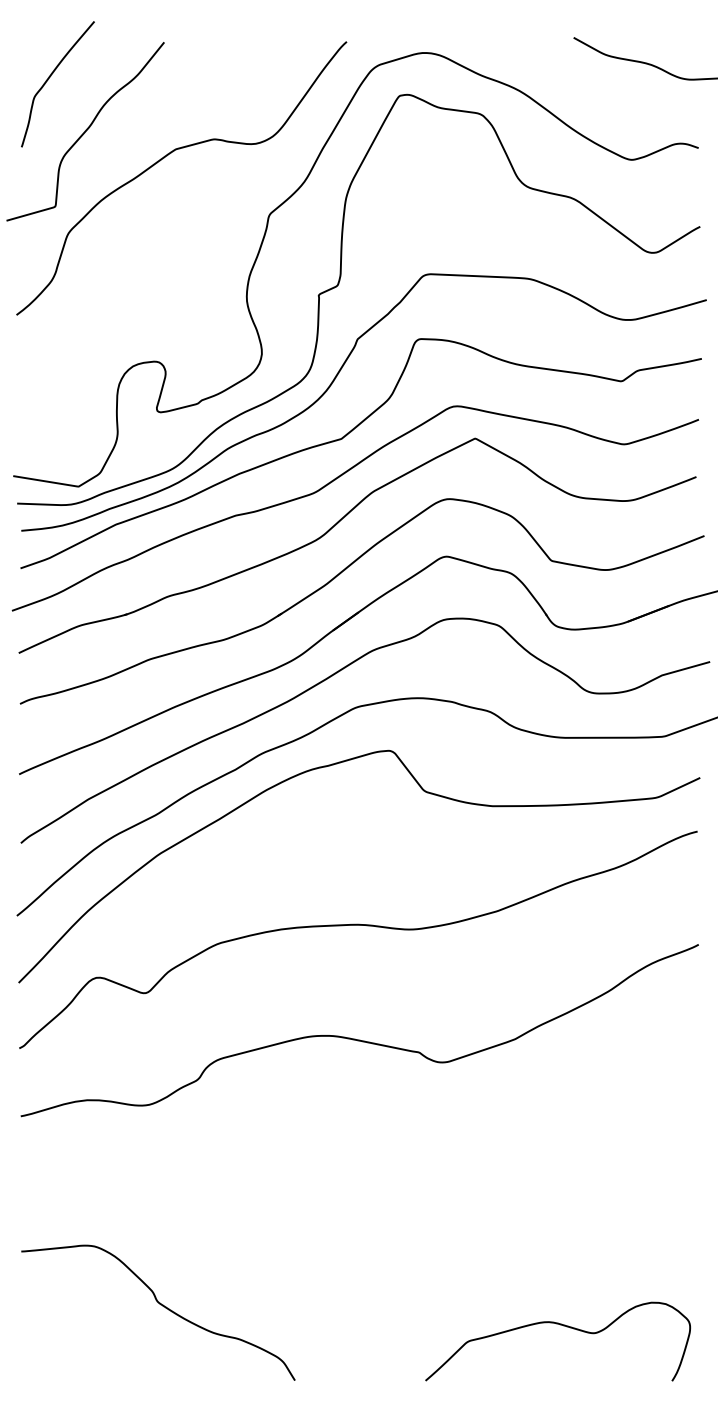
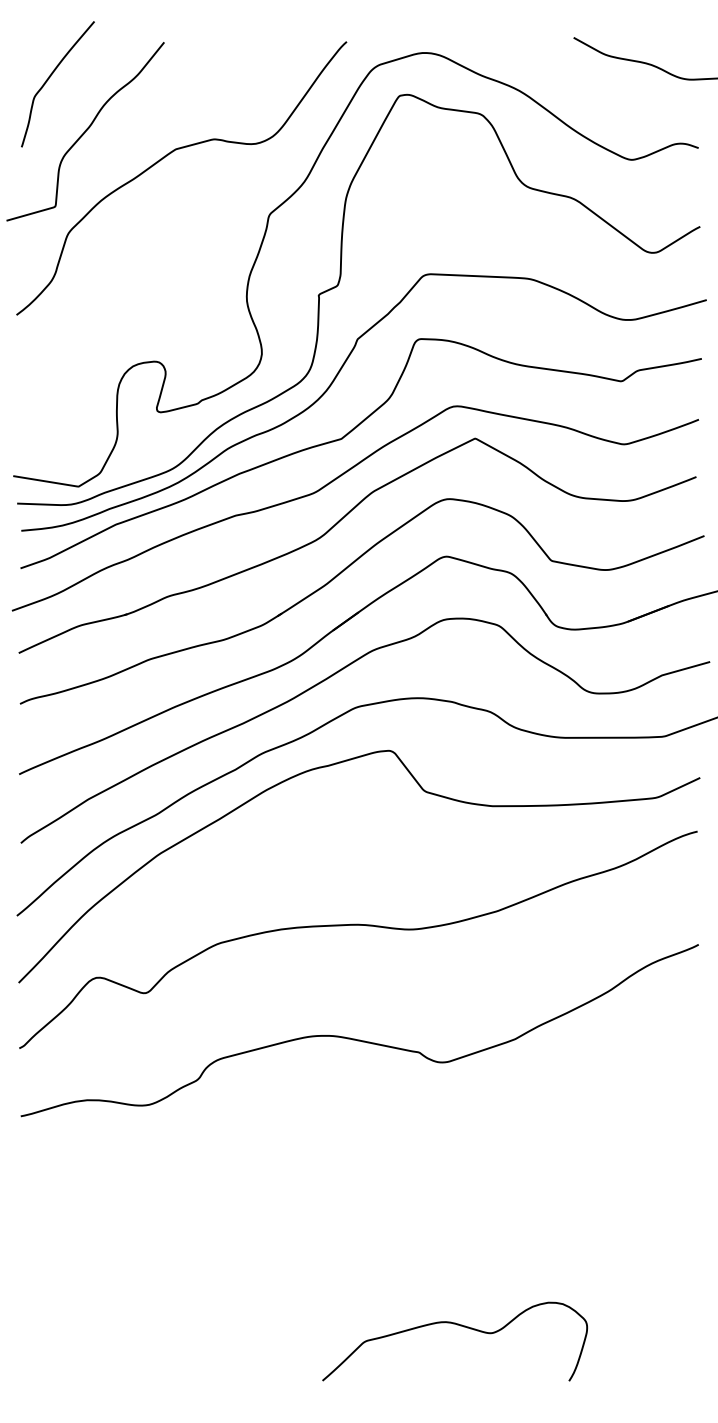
curve at (162, 1306): present -> none
curve at (563, 1326) position: (563, 1326) -> (460, 1326)
